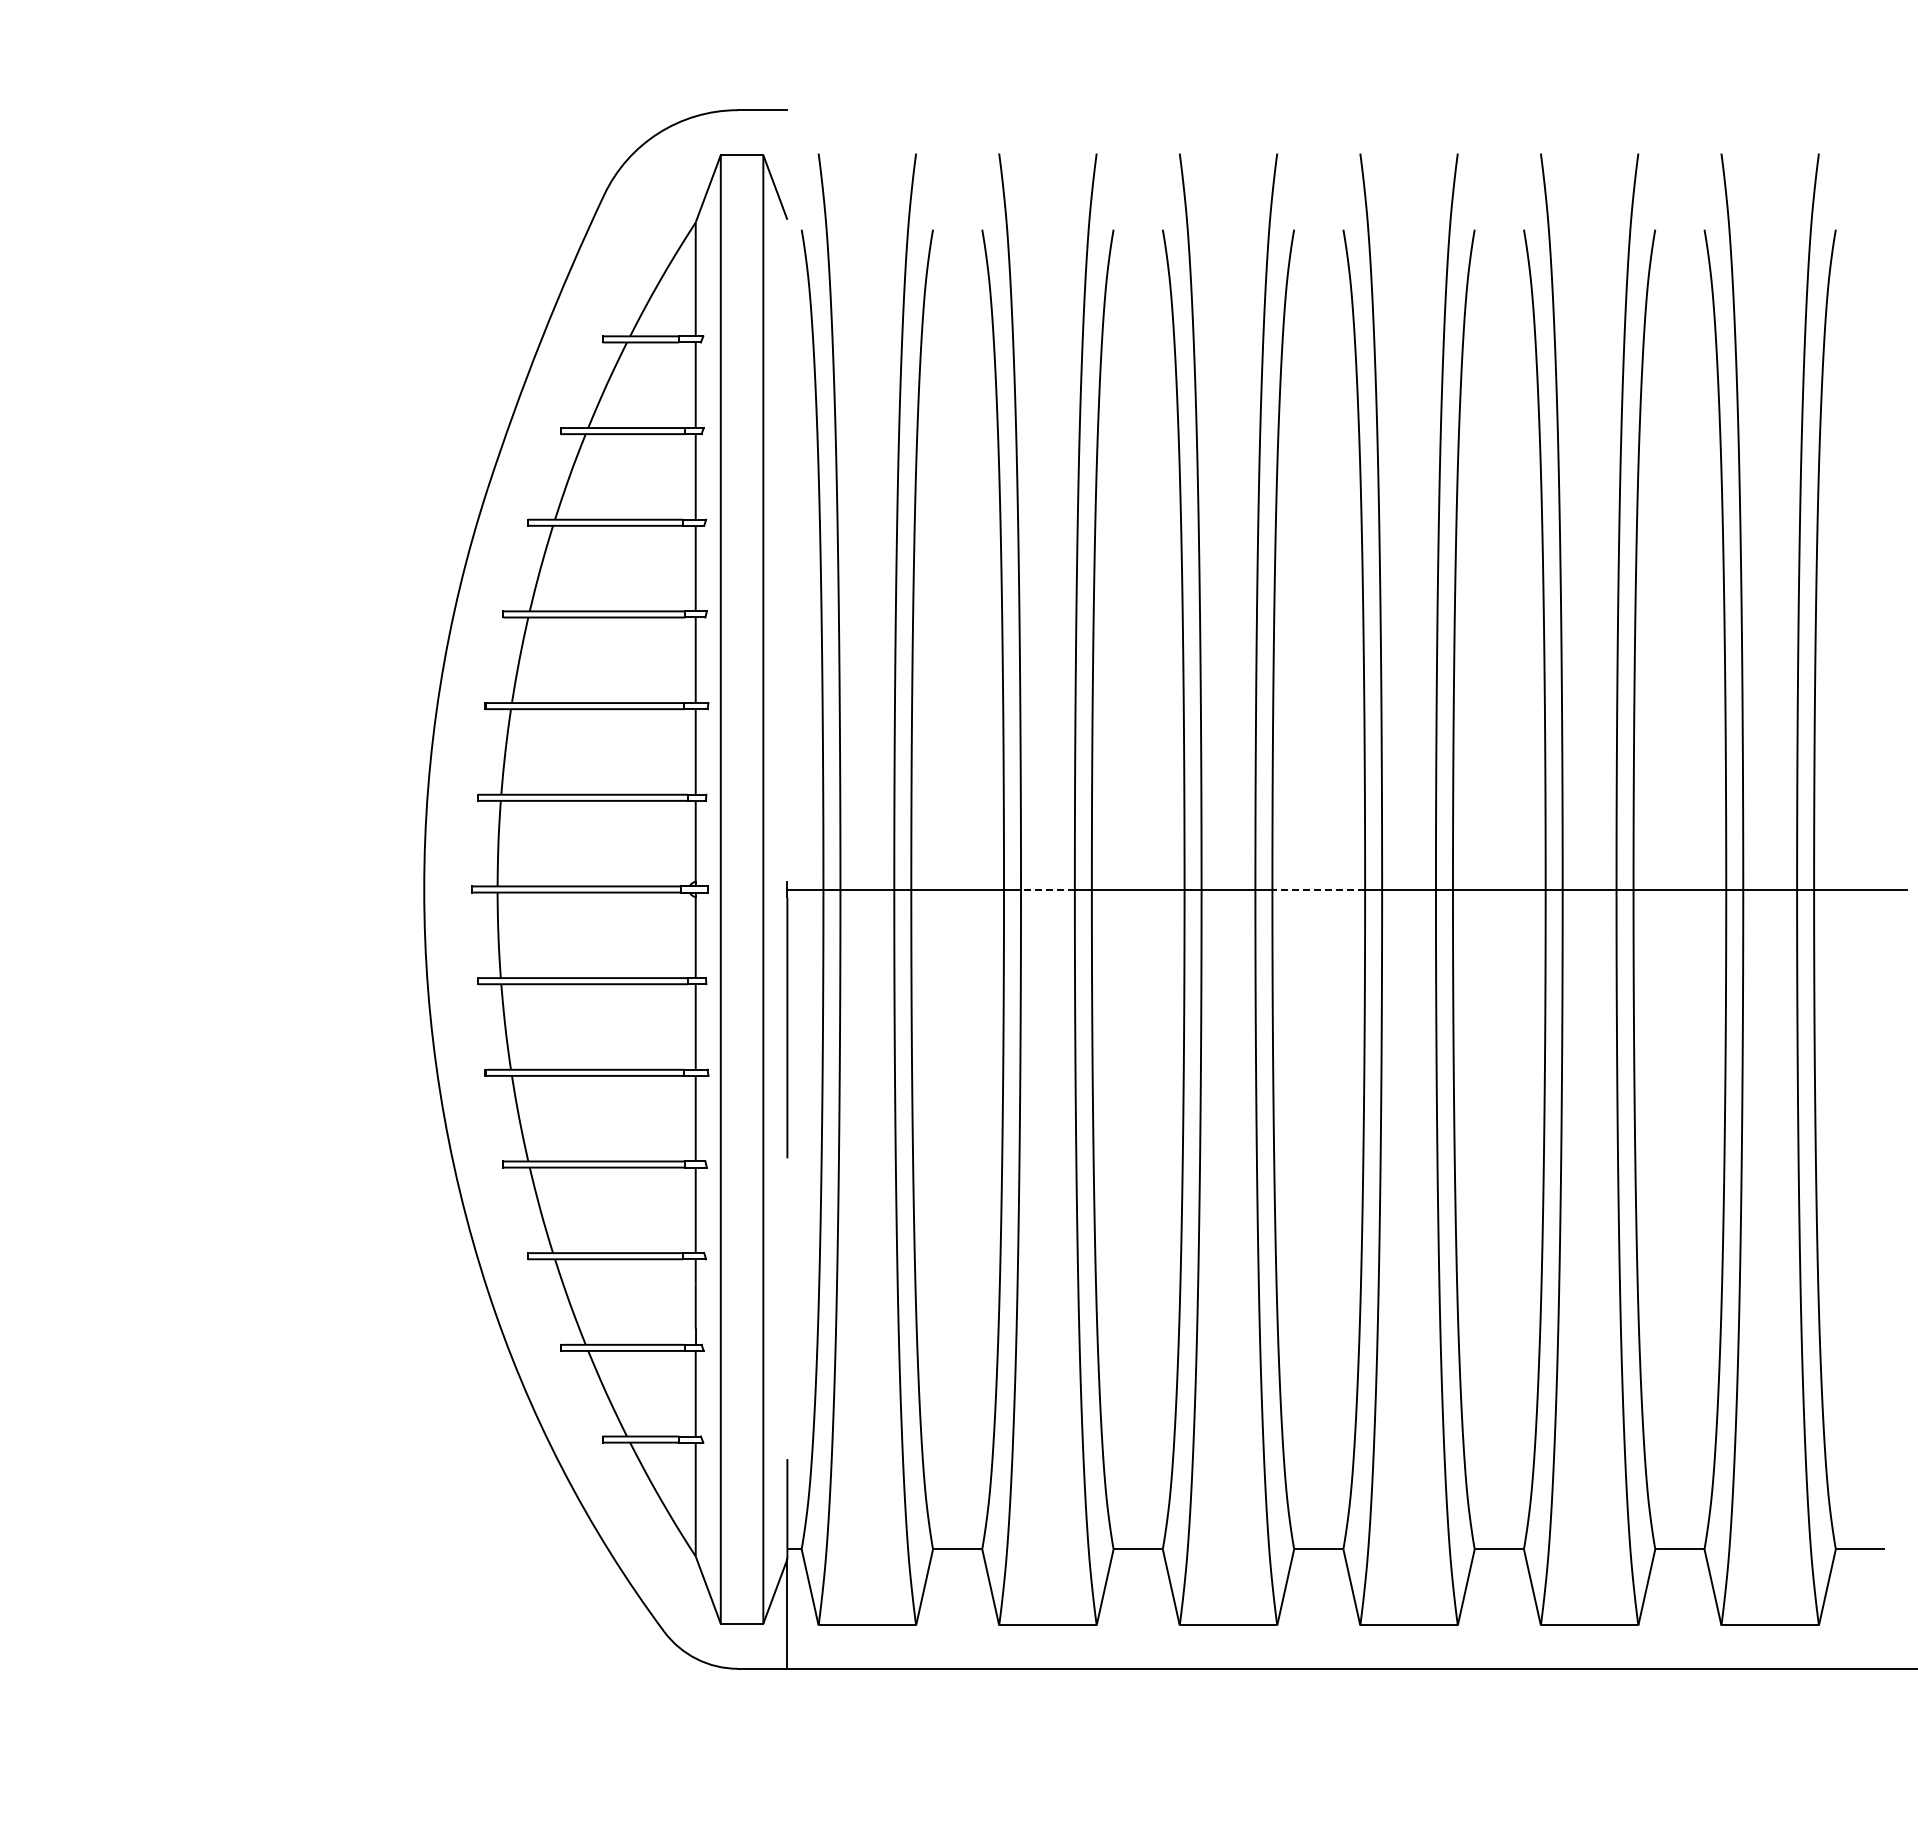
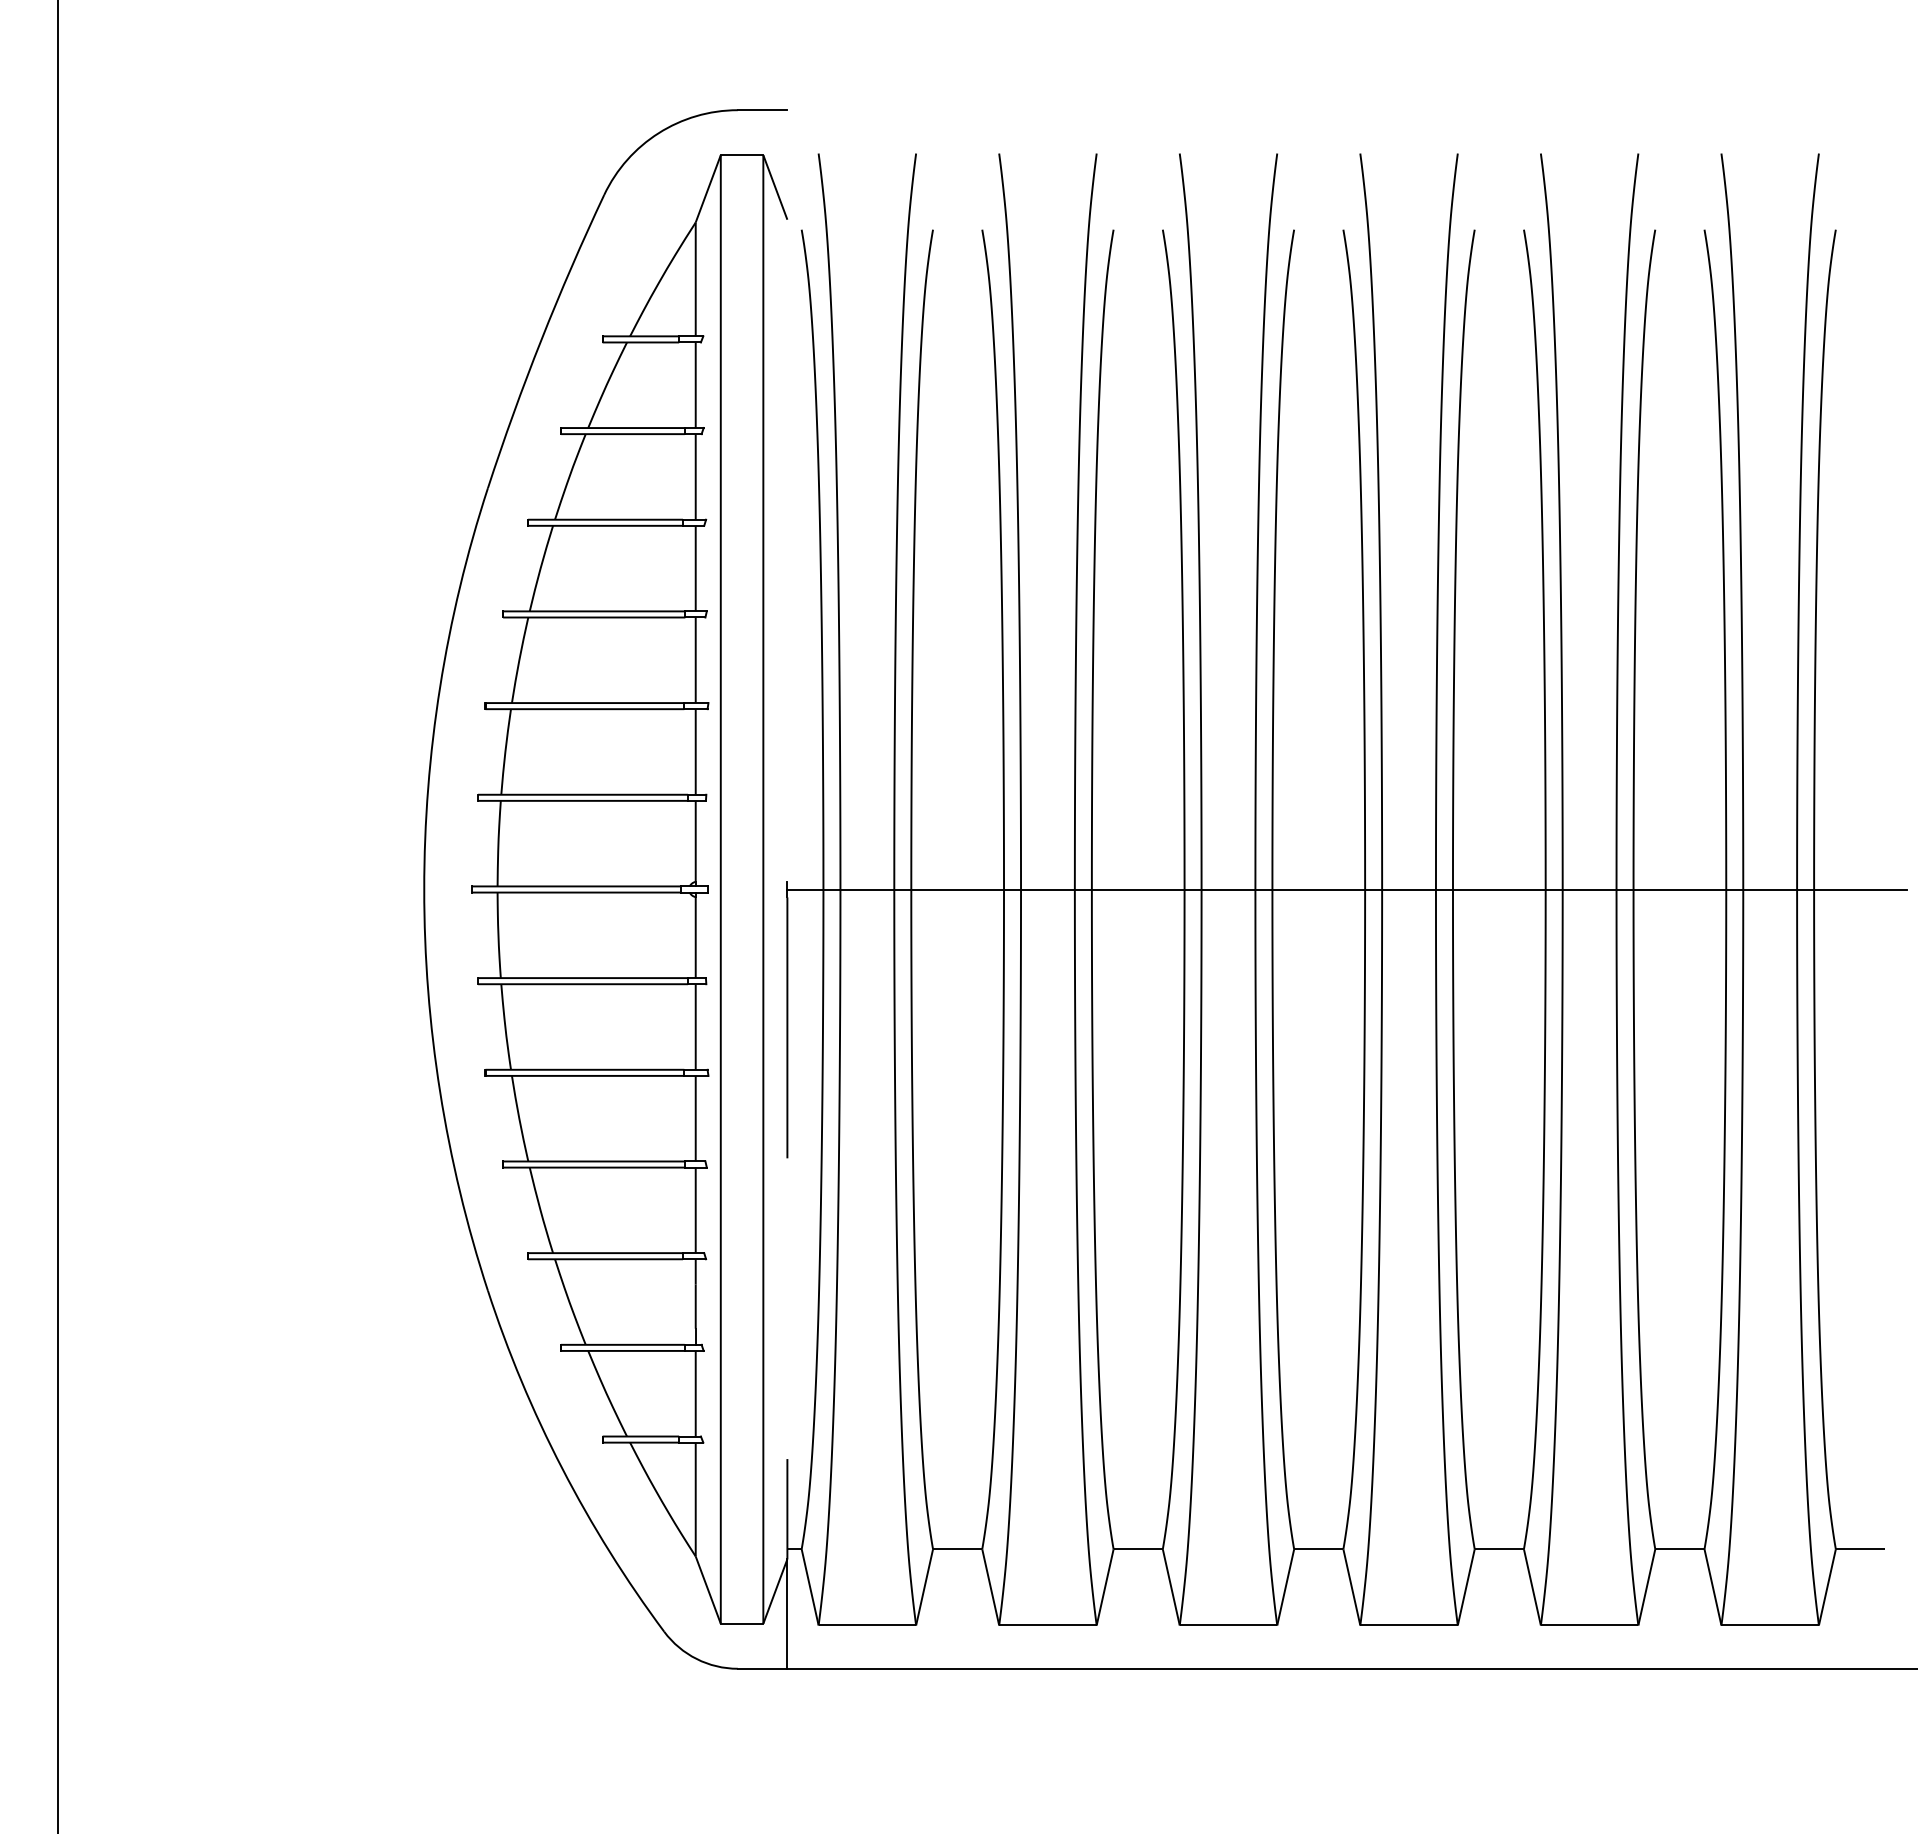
line at (1047, 889): dashed -> solid
line at (1318, 889): dashed -> solid
line at (57, 916): none -> present
